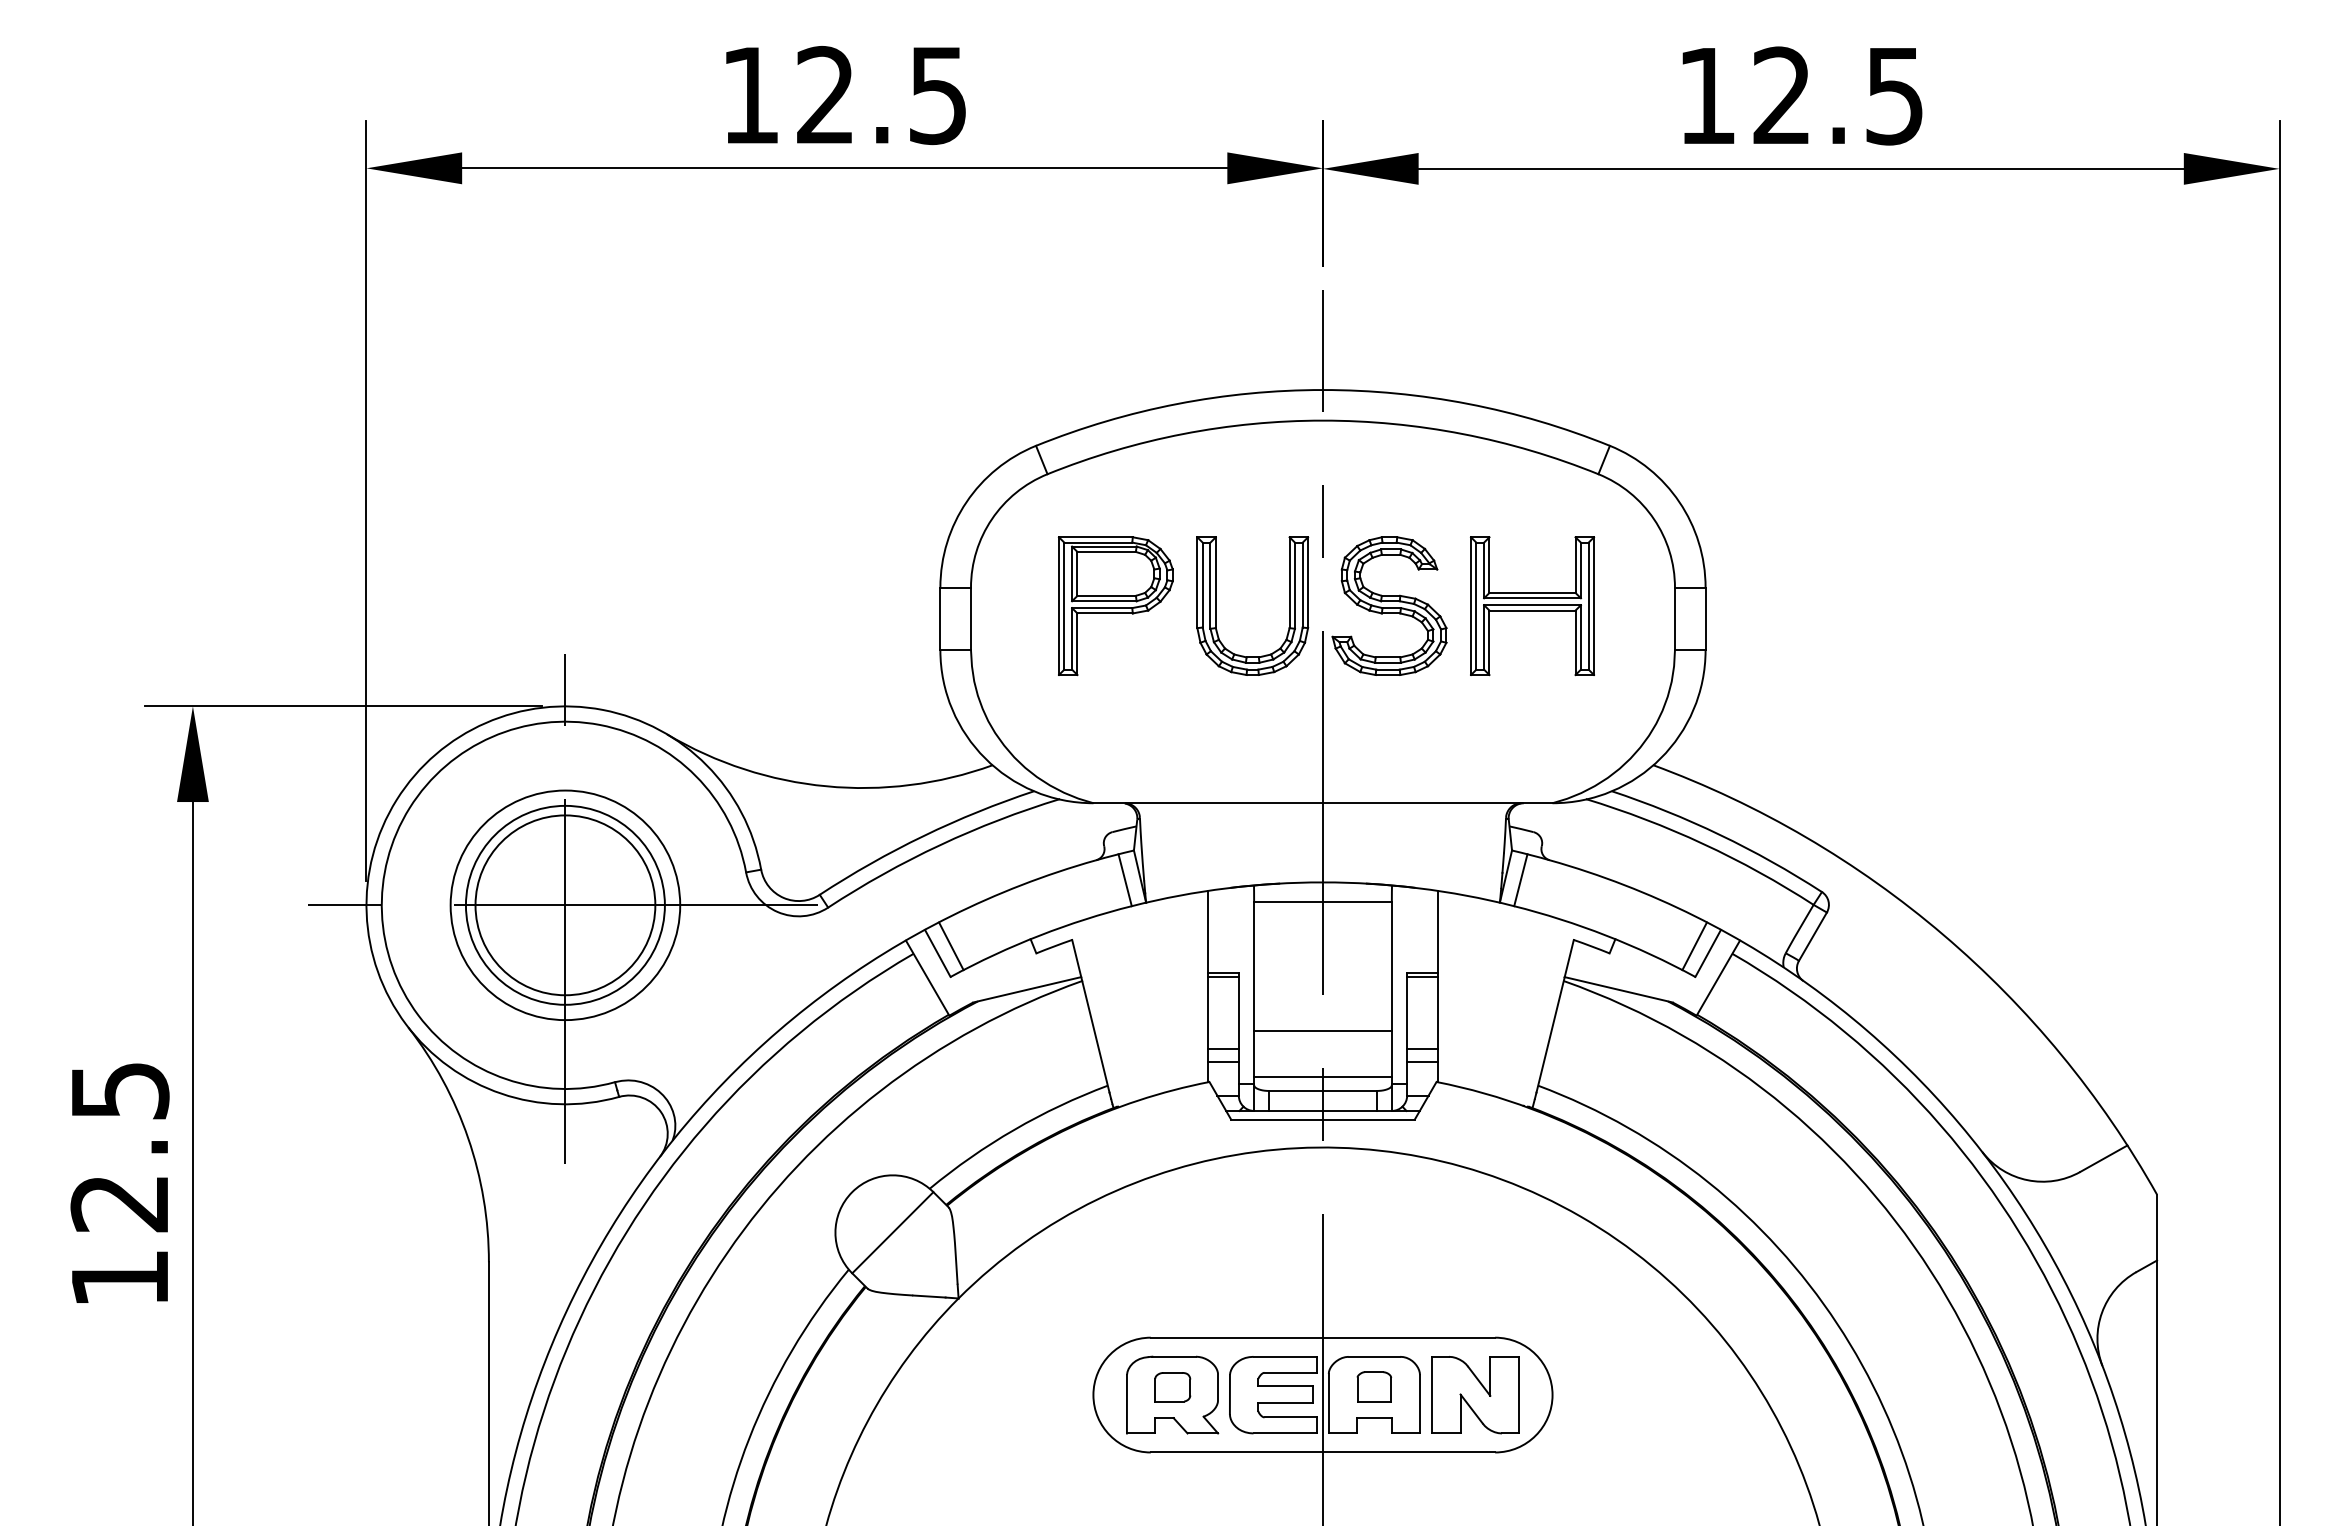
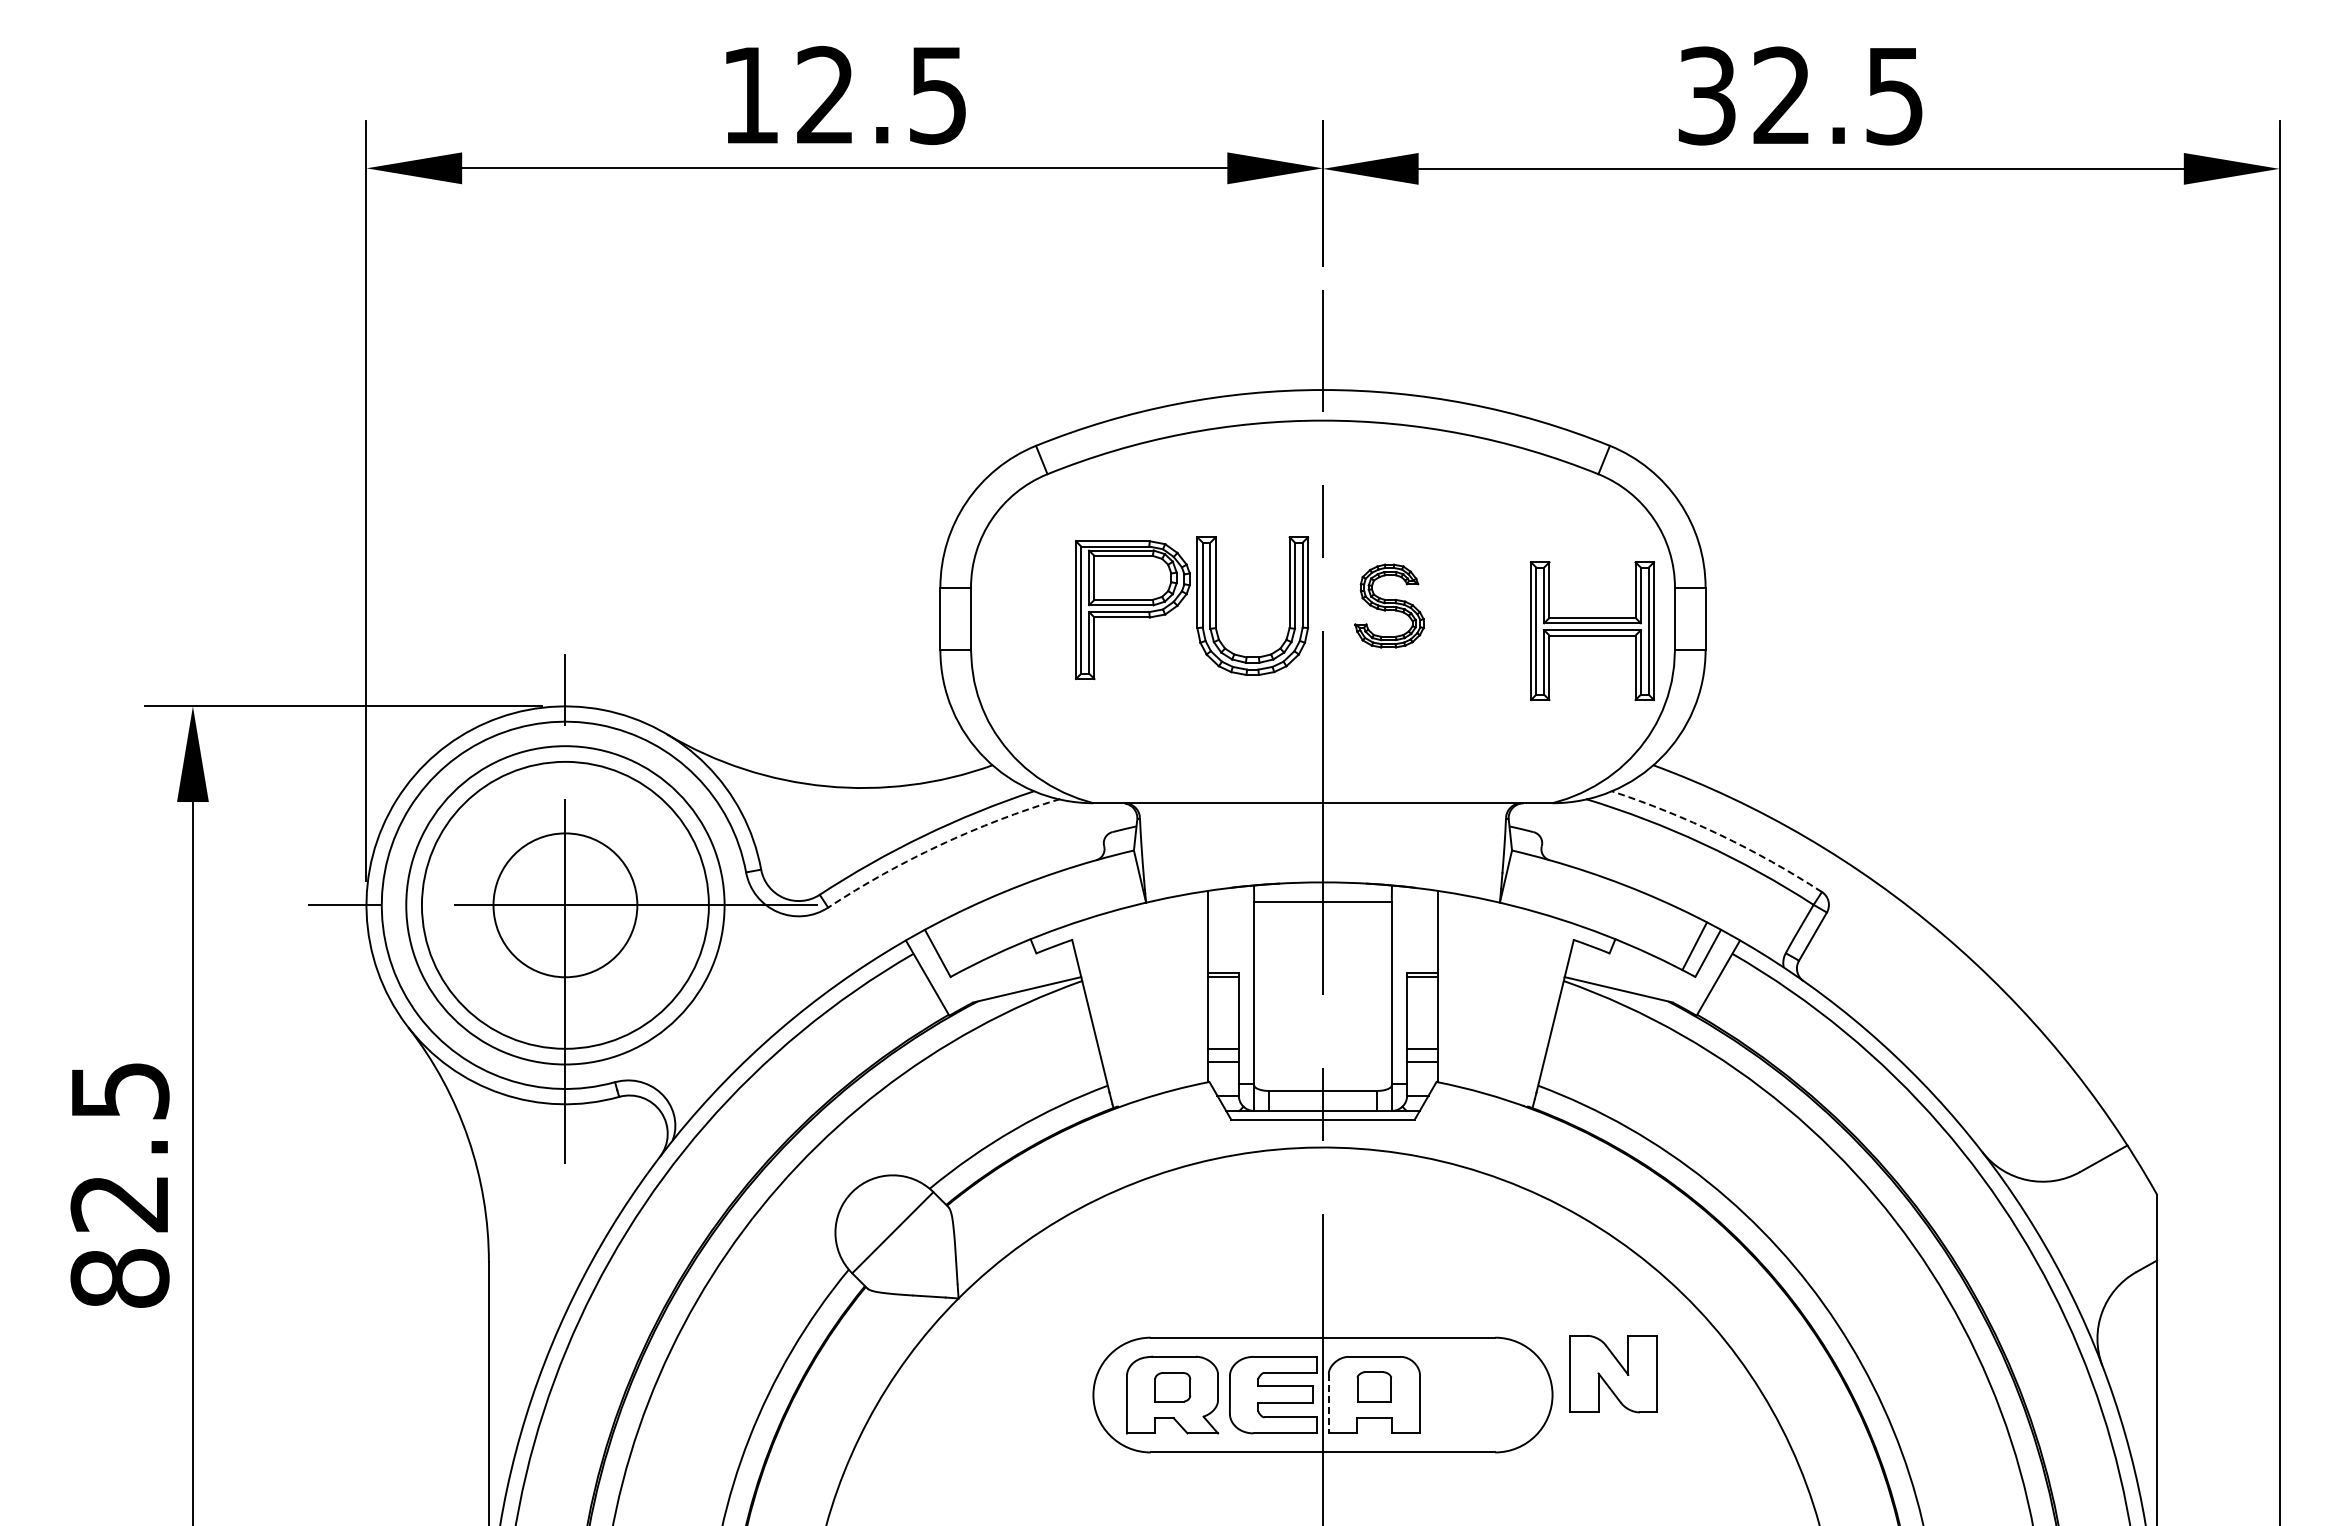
text at (1706, 95): 12.5 -> 32.5
part at (1389, 605) size: 117x140 px -> 71x86 px
part at (1115, 606) position: (1115, 606) -> (1132, 610)
part at (1532, 606) position: (1532, 606) -> (1592, 631)
arc at (1720, 834): solid -> dashed
arc at (940, 845): solid -> dashed
line at (1124, 880): present -> none
line at (1520, 880): present -> none
circle at (564, 904) diameter: 199 px -> 318 px
circle at (565, 905) diameter: 180 px -> 144 px
circle at (565, 905) diameter: 230 px -> 287 px
line at (951, 946): present -> none
line at (1322, 1031): present -> none
line at (1322, 1076): present -> none
text at (119, 1278): 12.5 -> 82.5
part at (1475, 1395) position: (1475, 1395) -> (1613, 1374)
line at (1328, 1403): solid -> dashed
